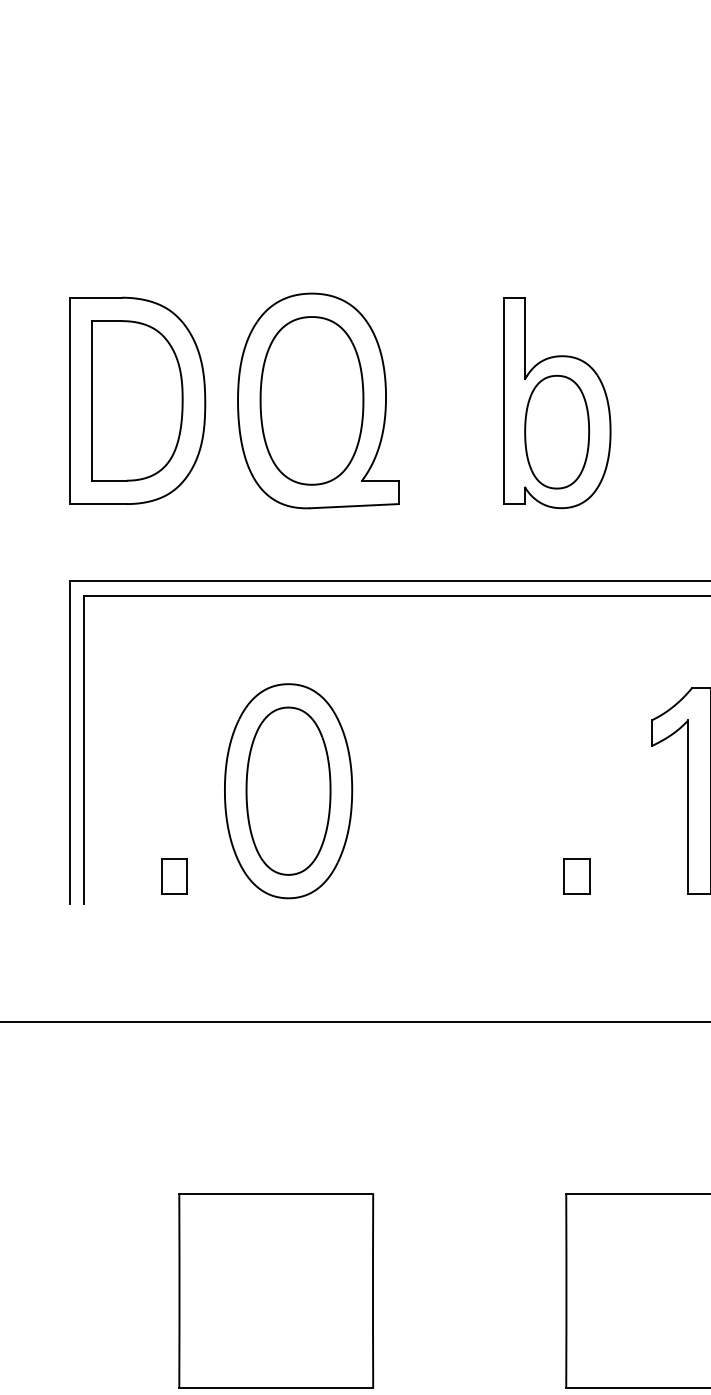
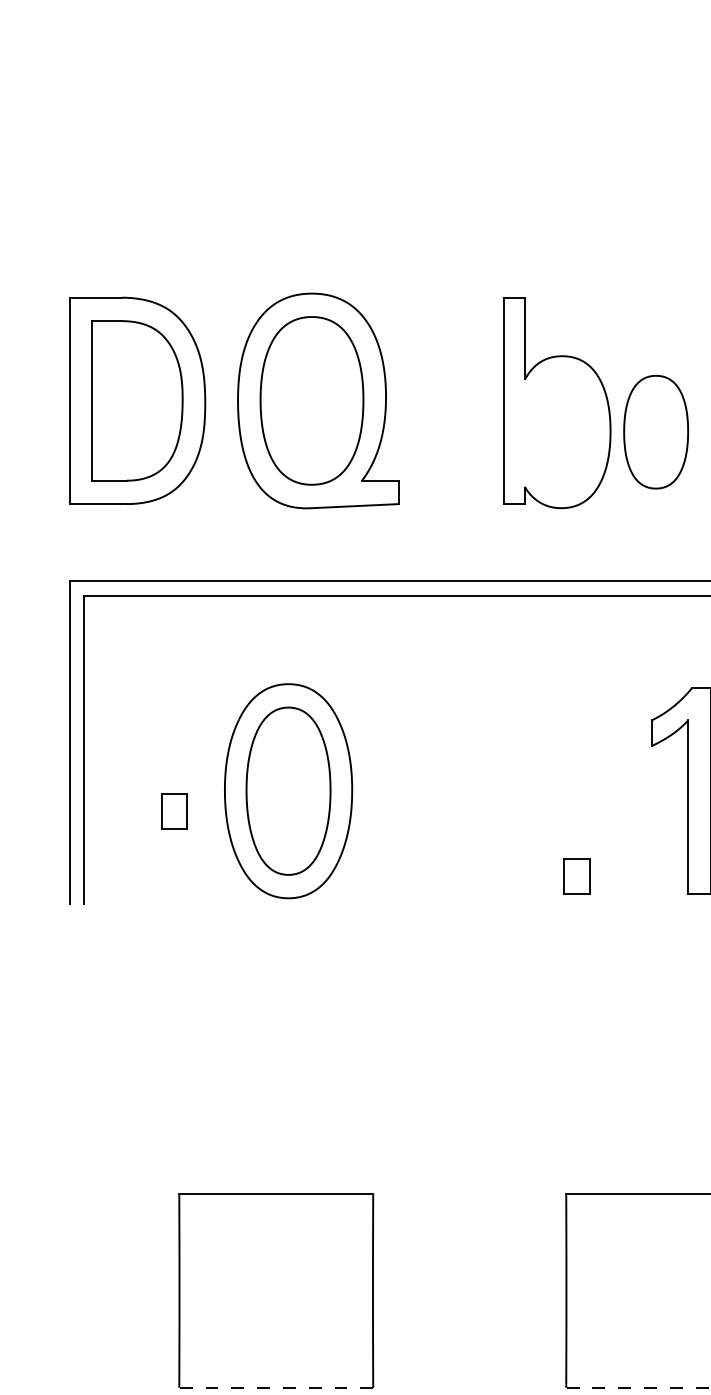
part at (557, 431) position: (557, 431) -> (656, 431)
part at (174, 876) position: (174, 876) -> (174, 811)
line at (354, 1022): present -> none
line at (276, 1387): solid -> dashed
line at (638, 1387): solid -> dashed
